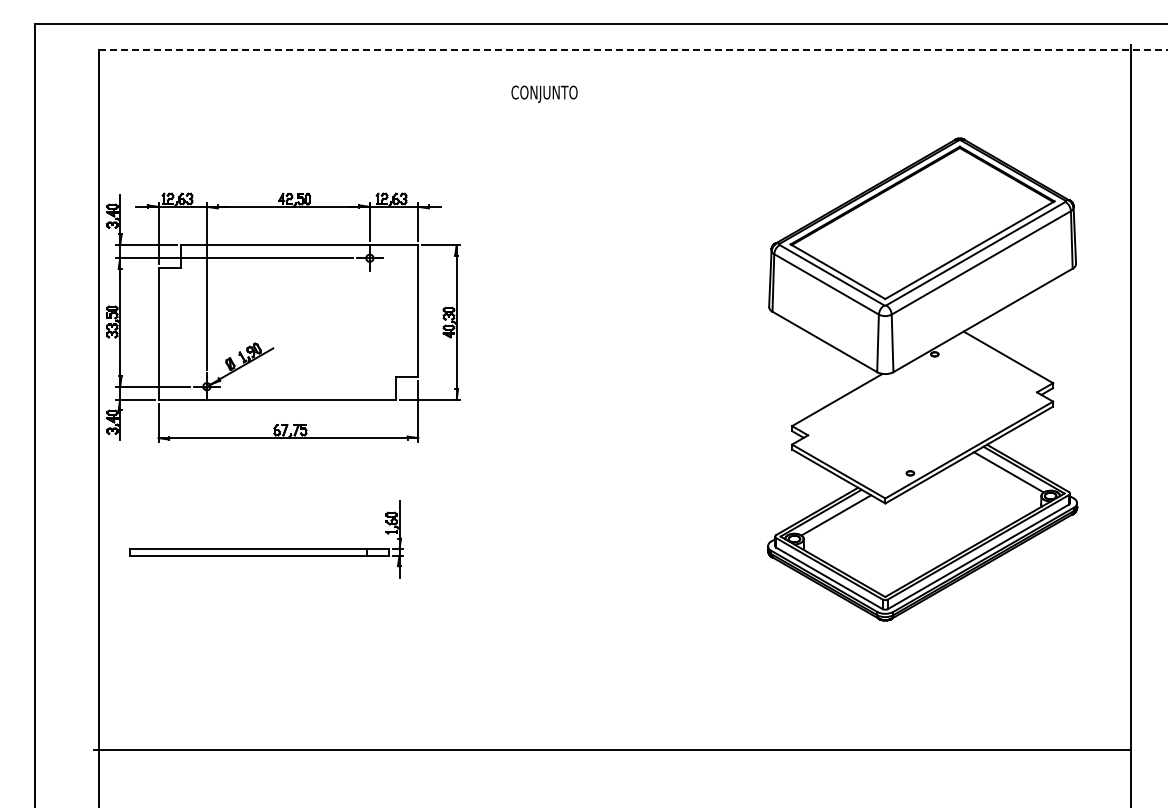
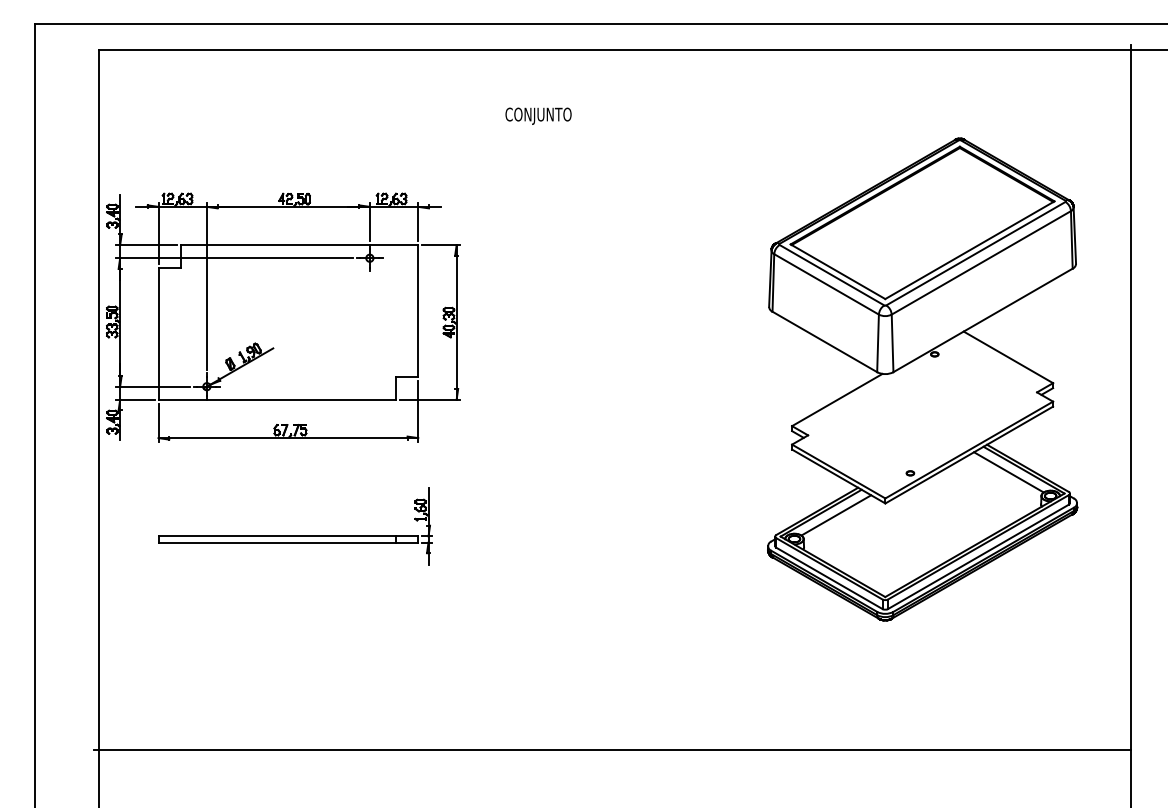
line at (633, 49): dashed -> solid
text at (544, 93) position: (544, 93) -> (538, 115)
part at (266, 548) position: (266, 548) -> (295, 535)
